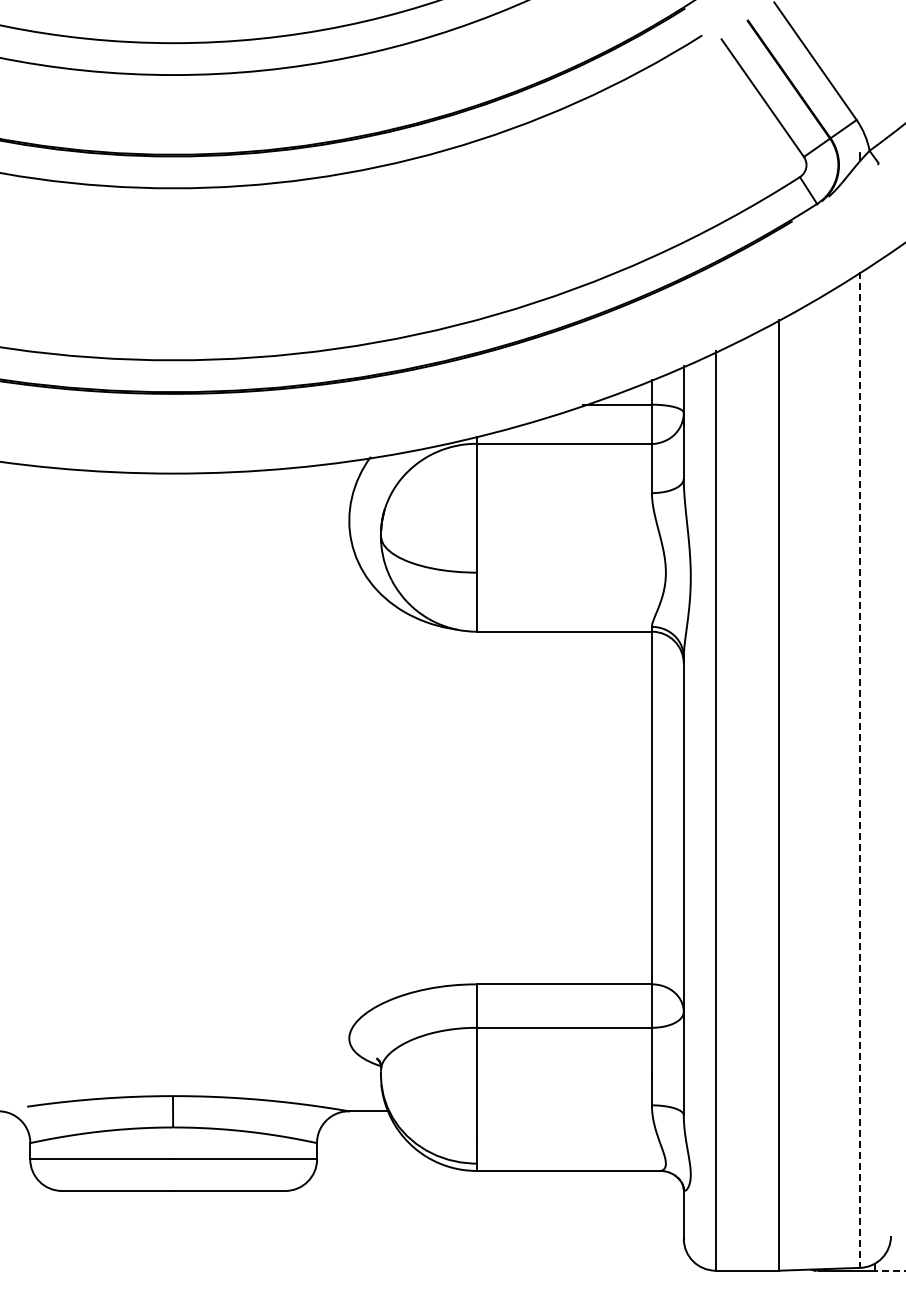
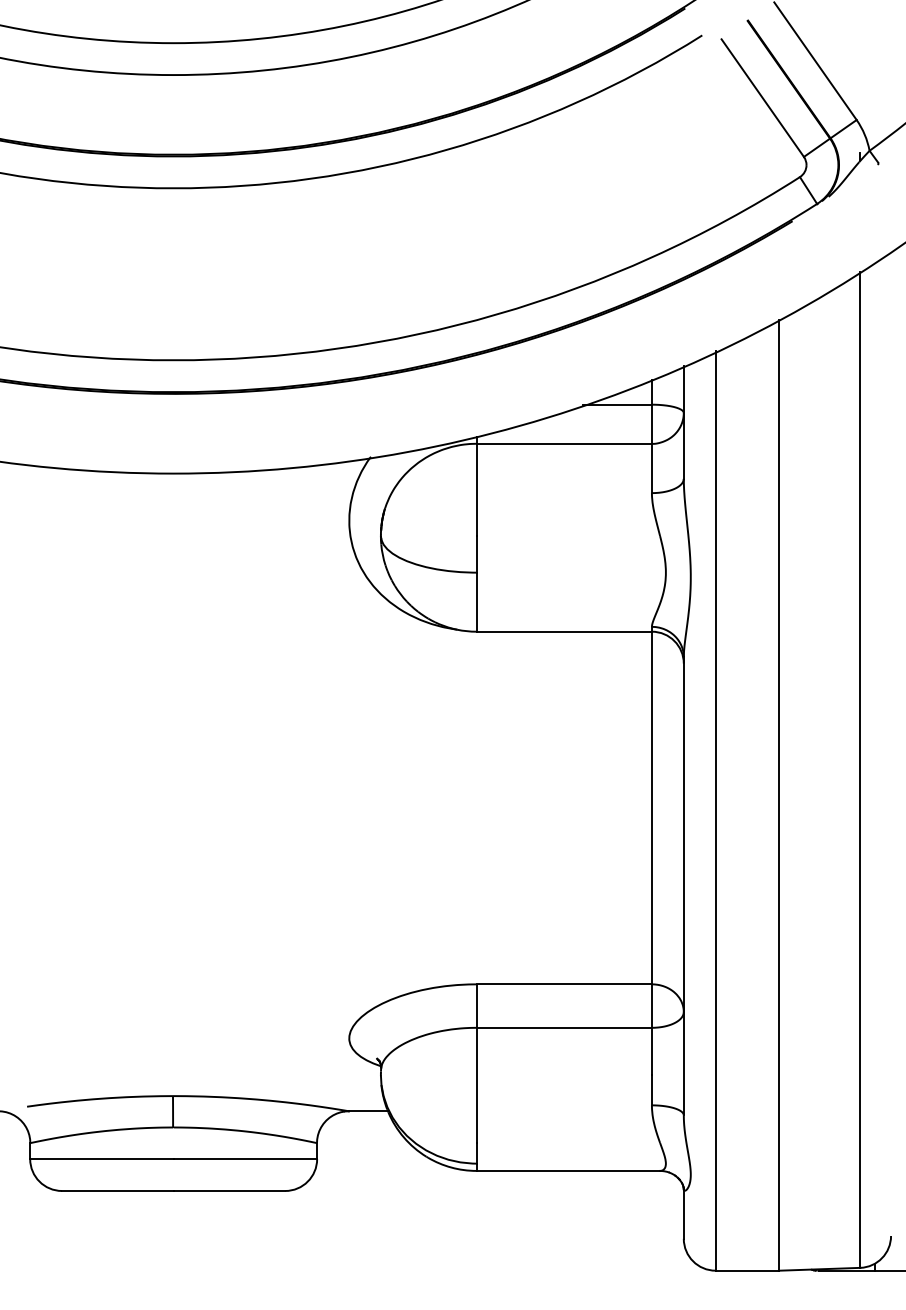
line at (860, 769): dashed -> solid
line at (890, 1270): dashed -> solid
